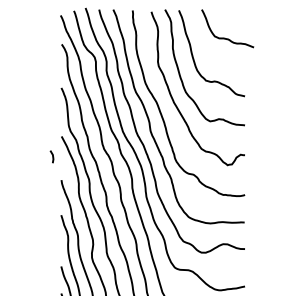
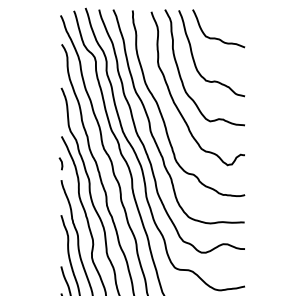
curve at (225, 37) position: (225, 37) -> (216, 37)
curve at (52, 156) position: (52, 156) -> (61, 163)
